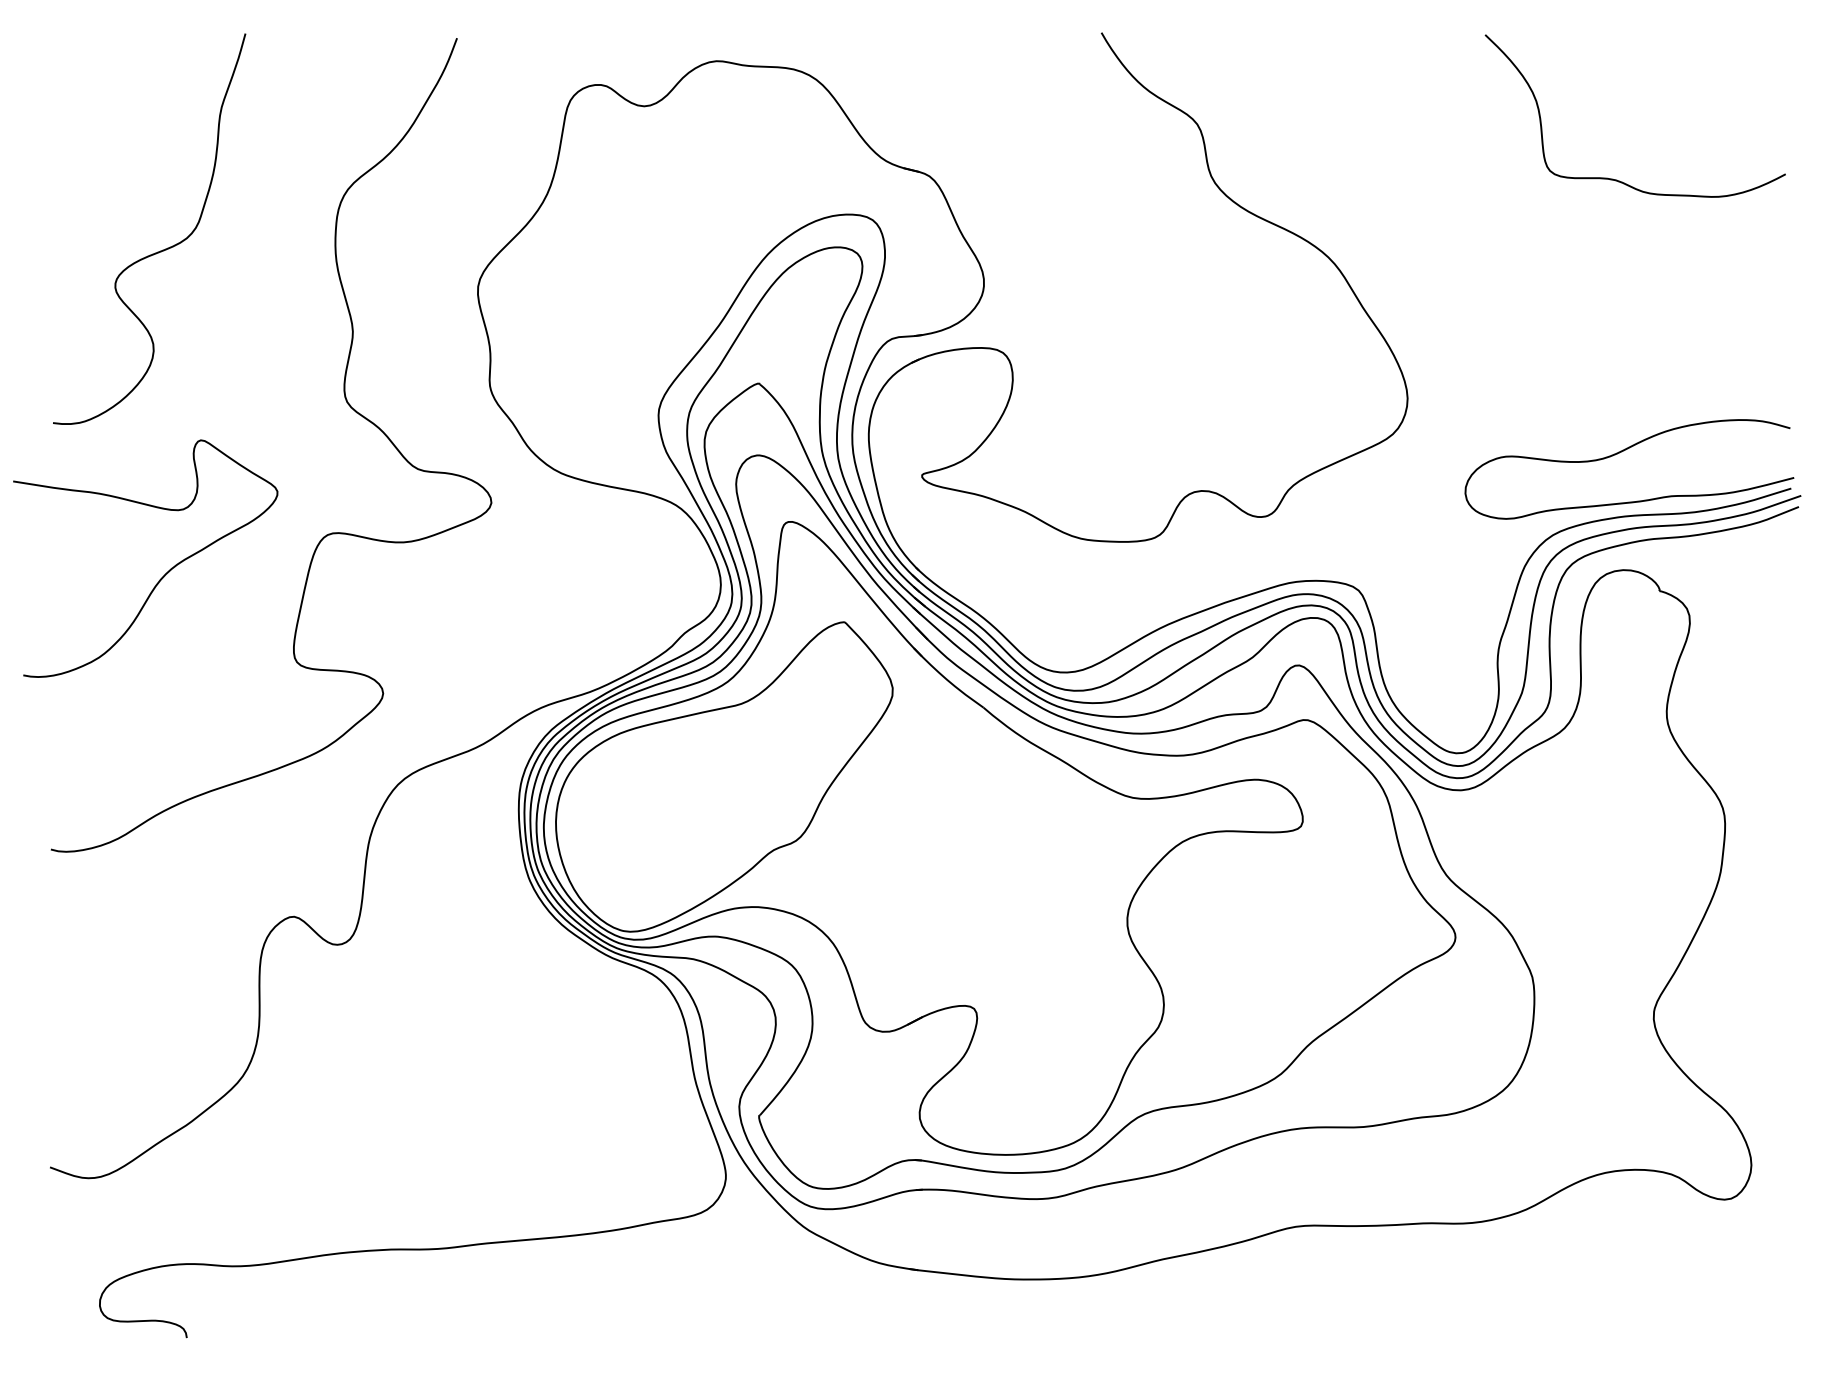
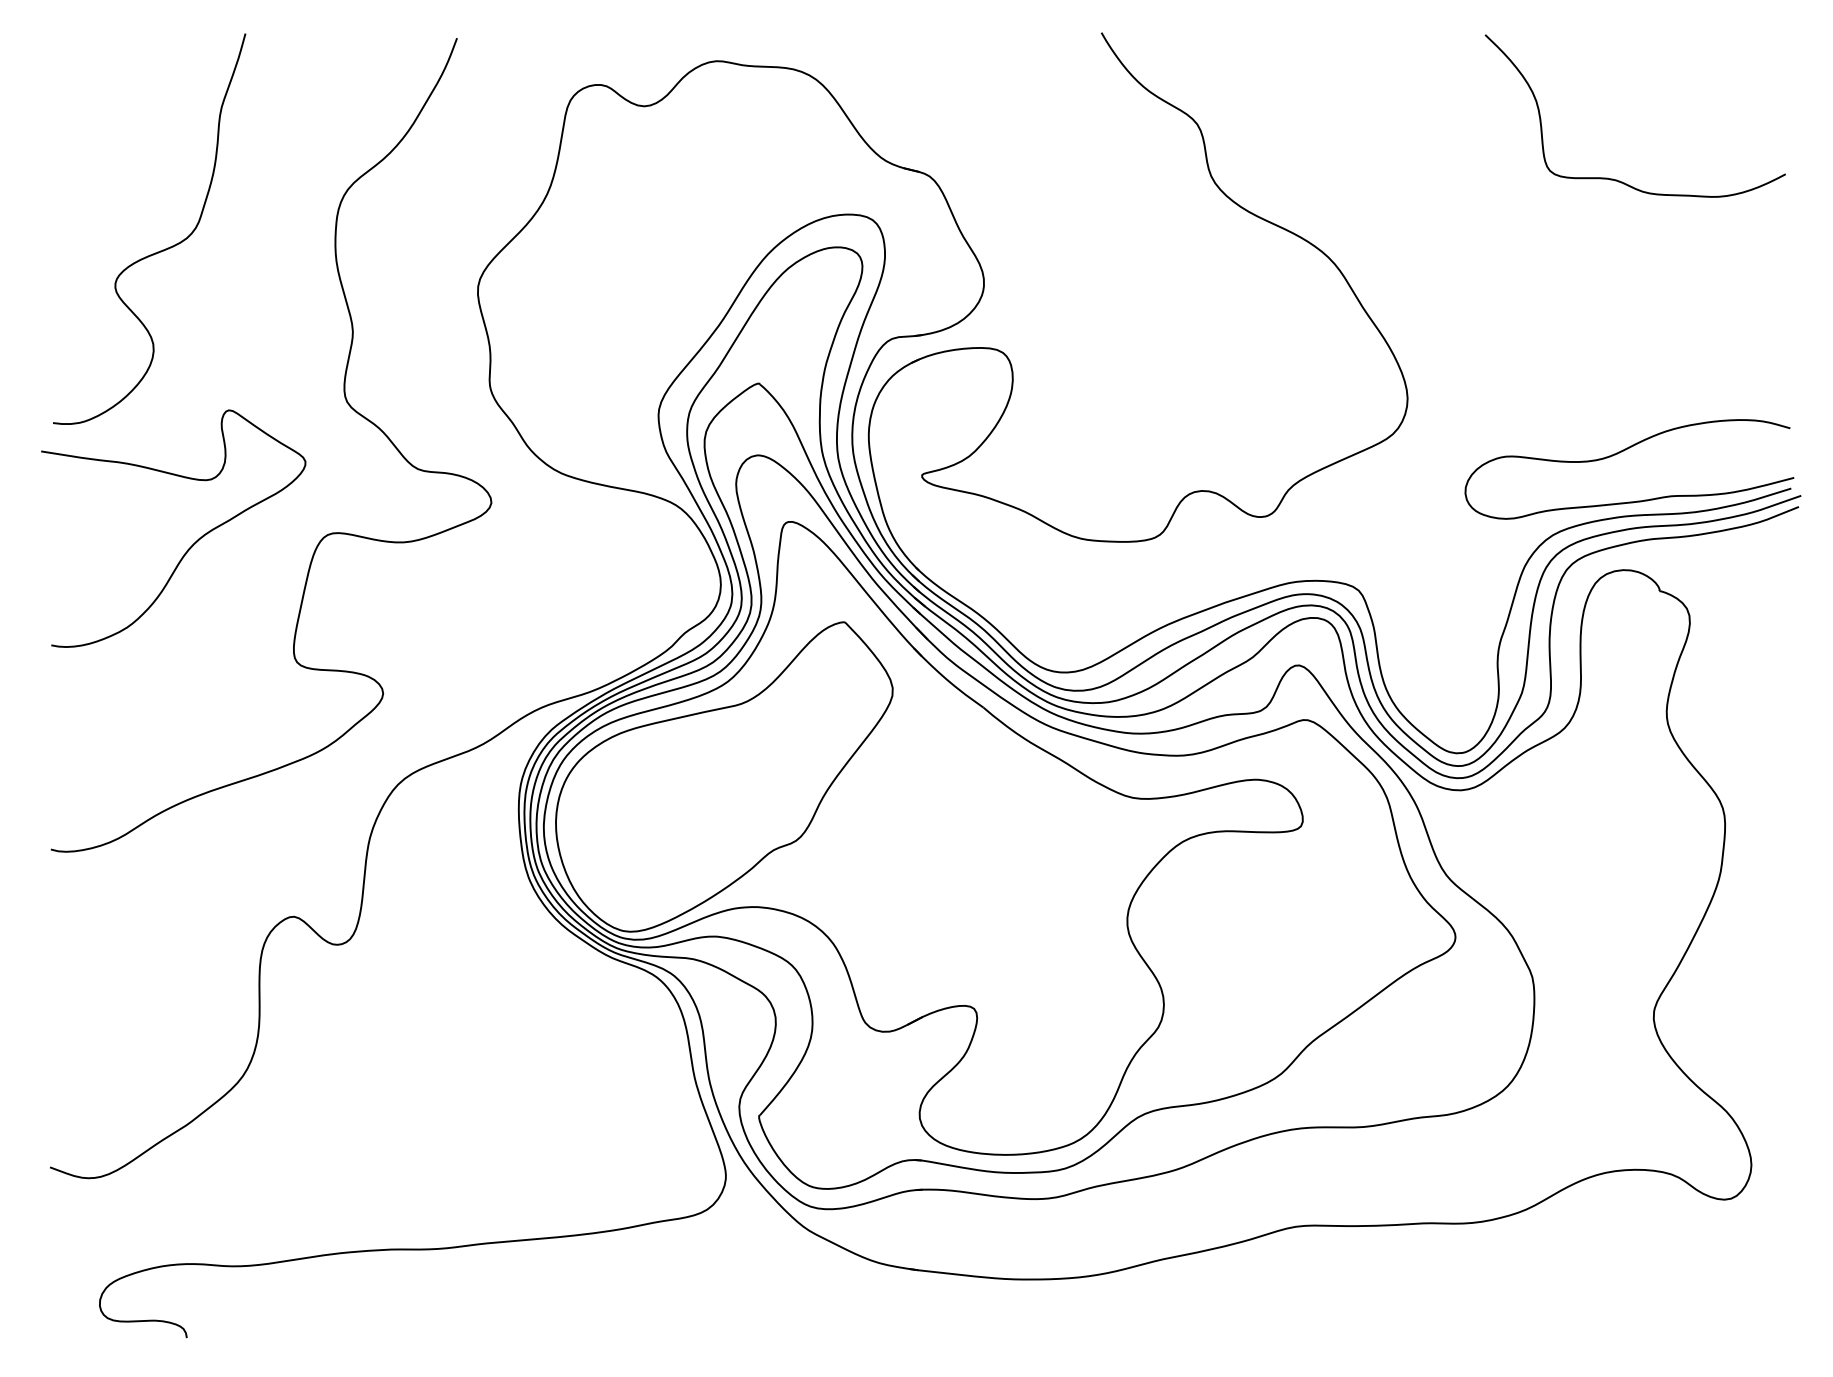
curve at (163, 575) position: (163, 575) -> (191, 545)
